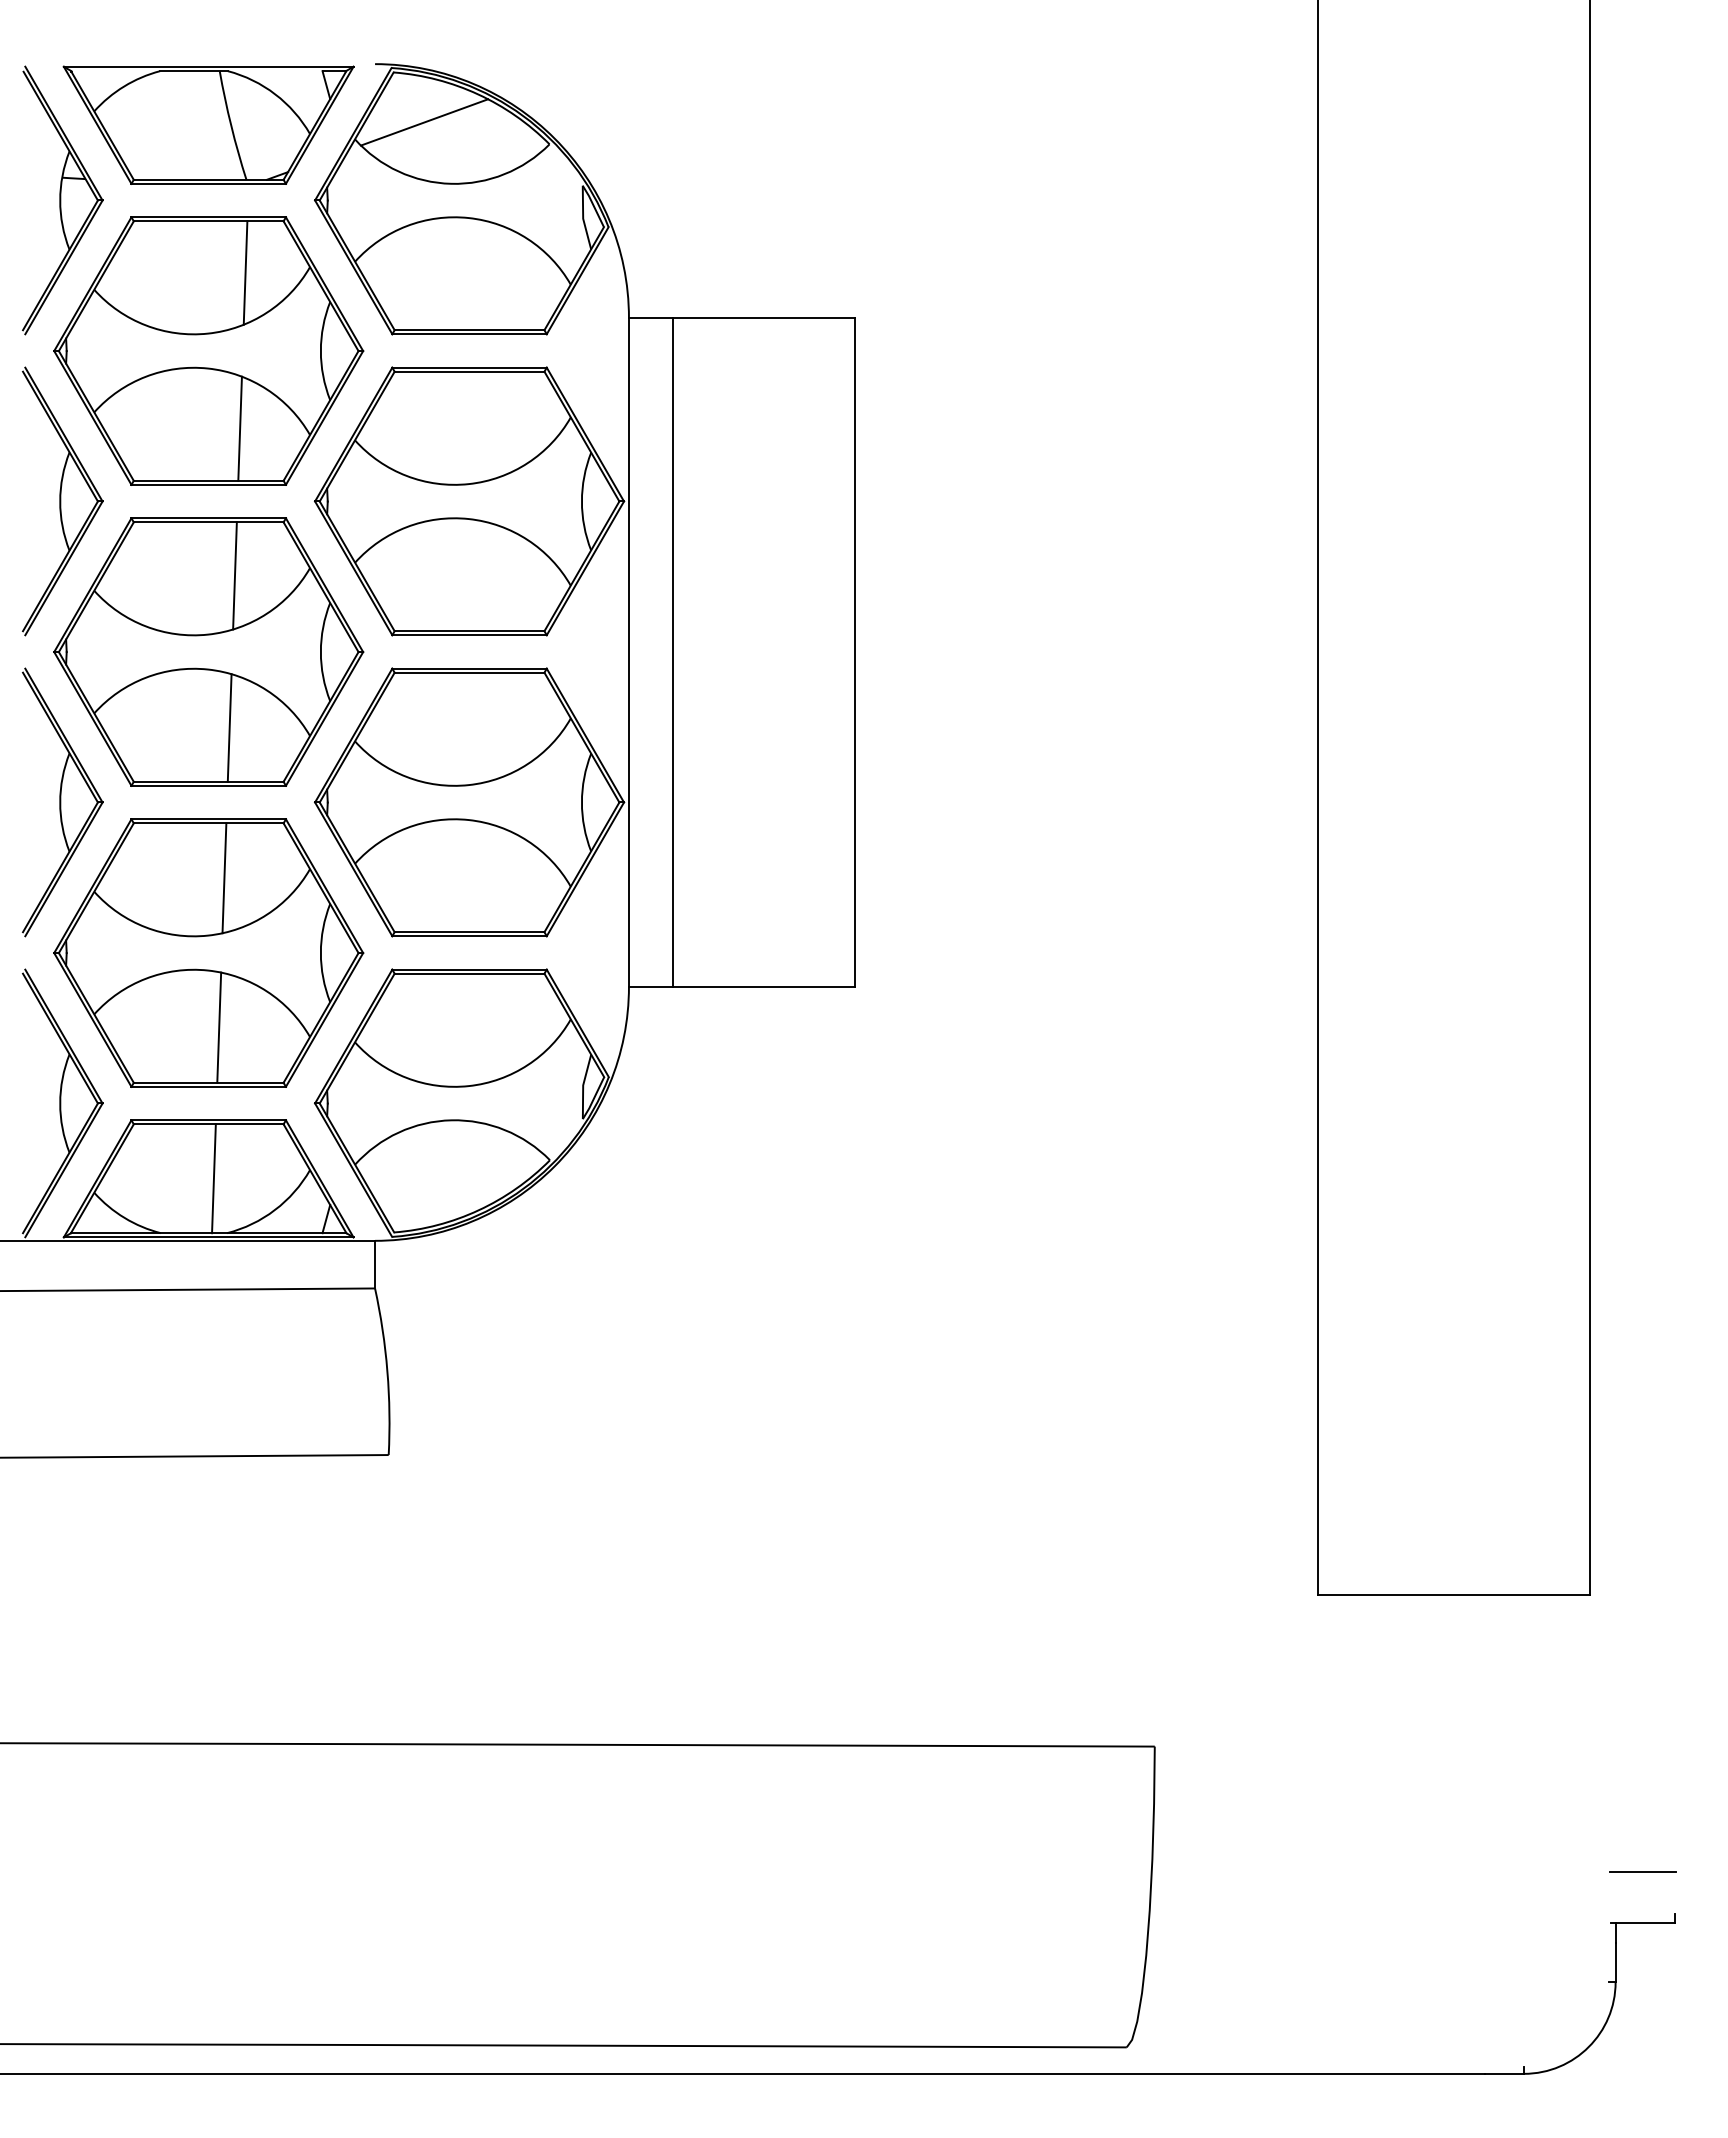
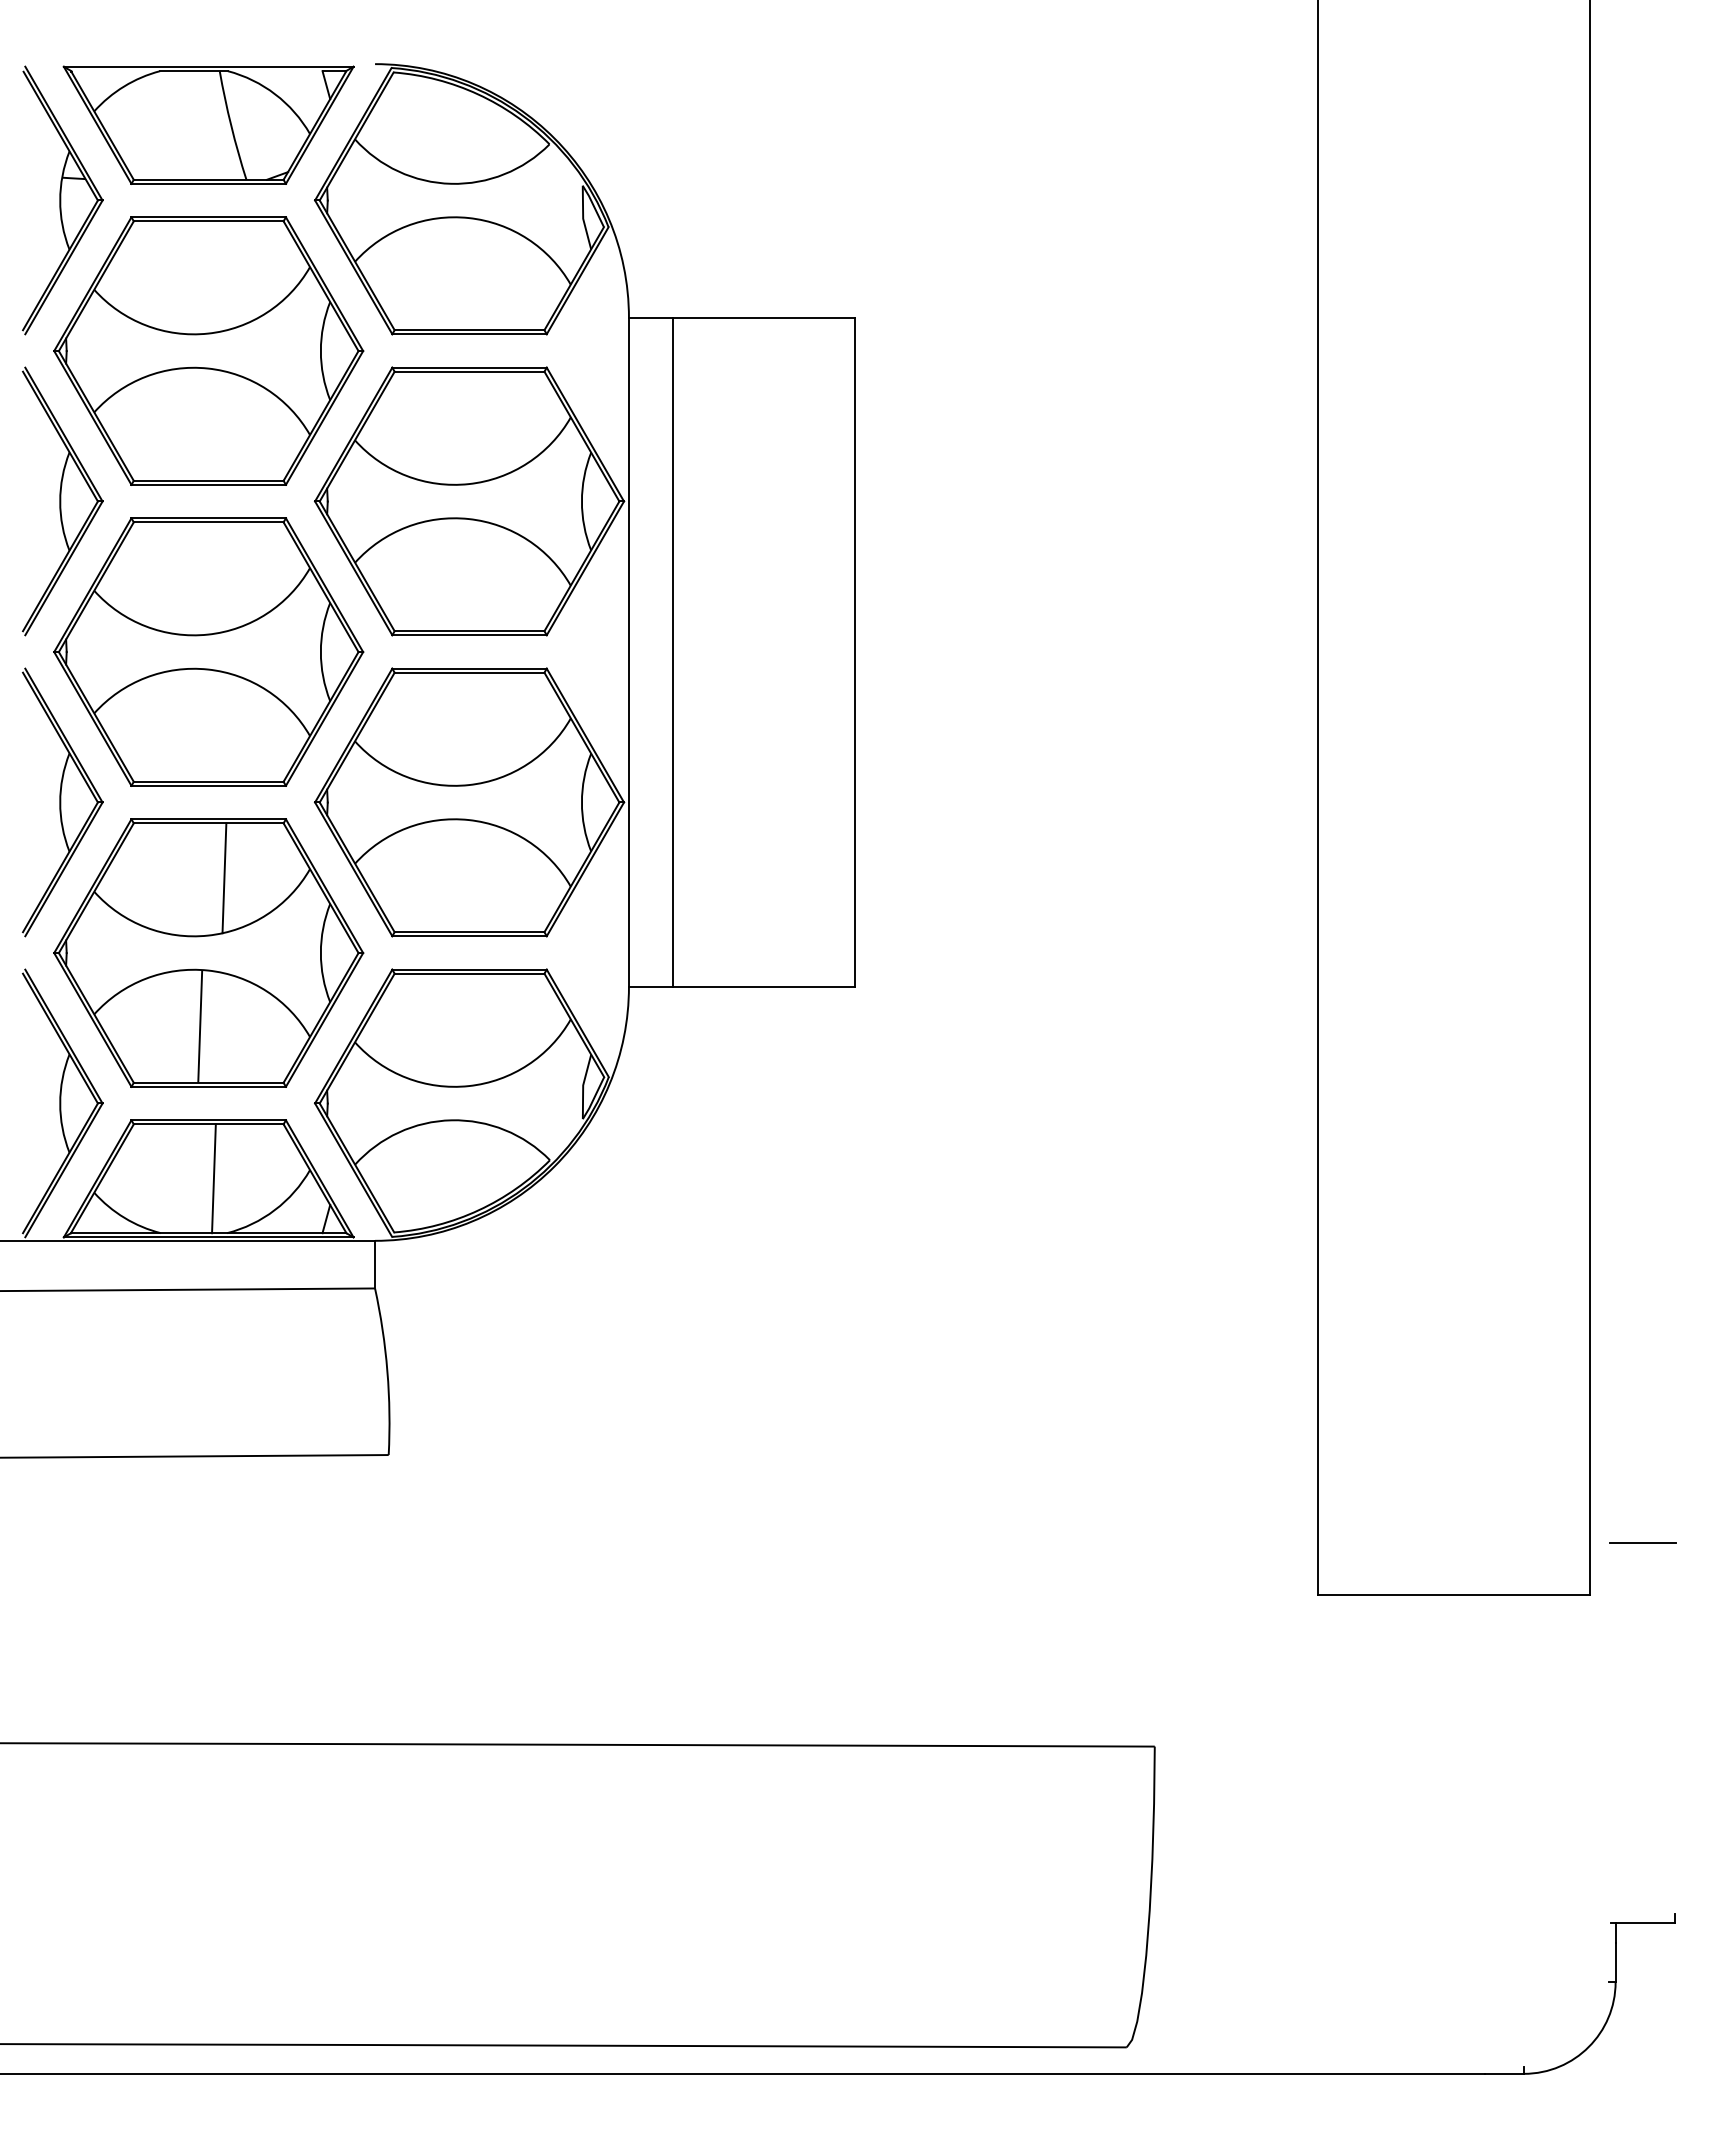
line at (424, 122): present -> none
line at (245, 272): present -> none
line at (239, 428): present -> none
line at (234, 575): present -> none
line at (229, 727): present -> none
line at (219, 1027) position: (219, 1027) -> (200, 1026)
line at (1642, 1871) position: (1642, 1871) -> (1642, 1542)
